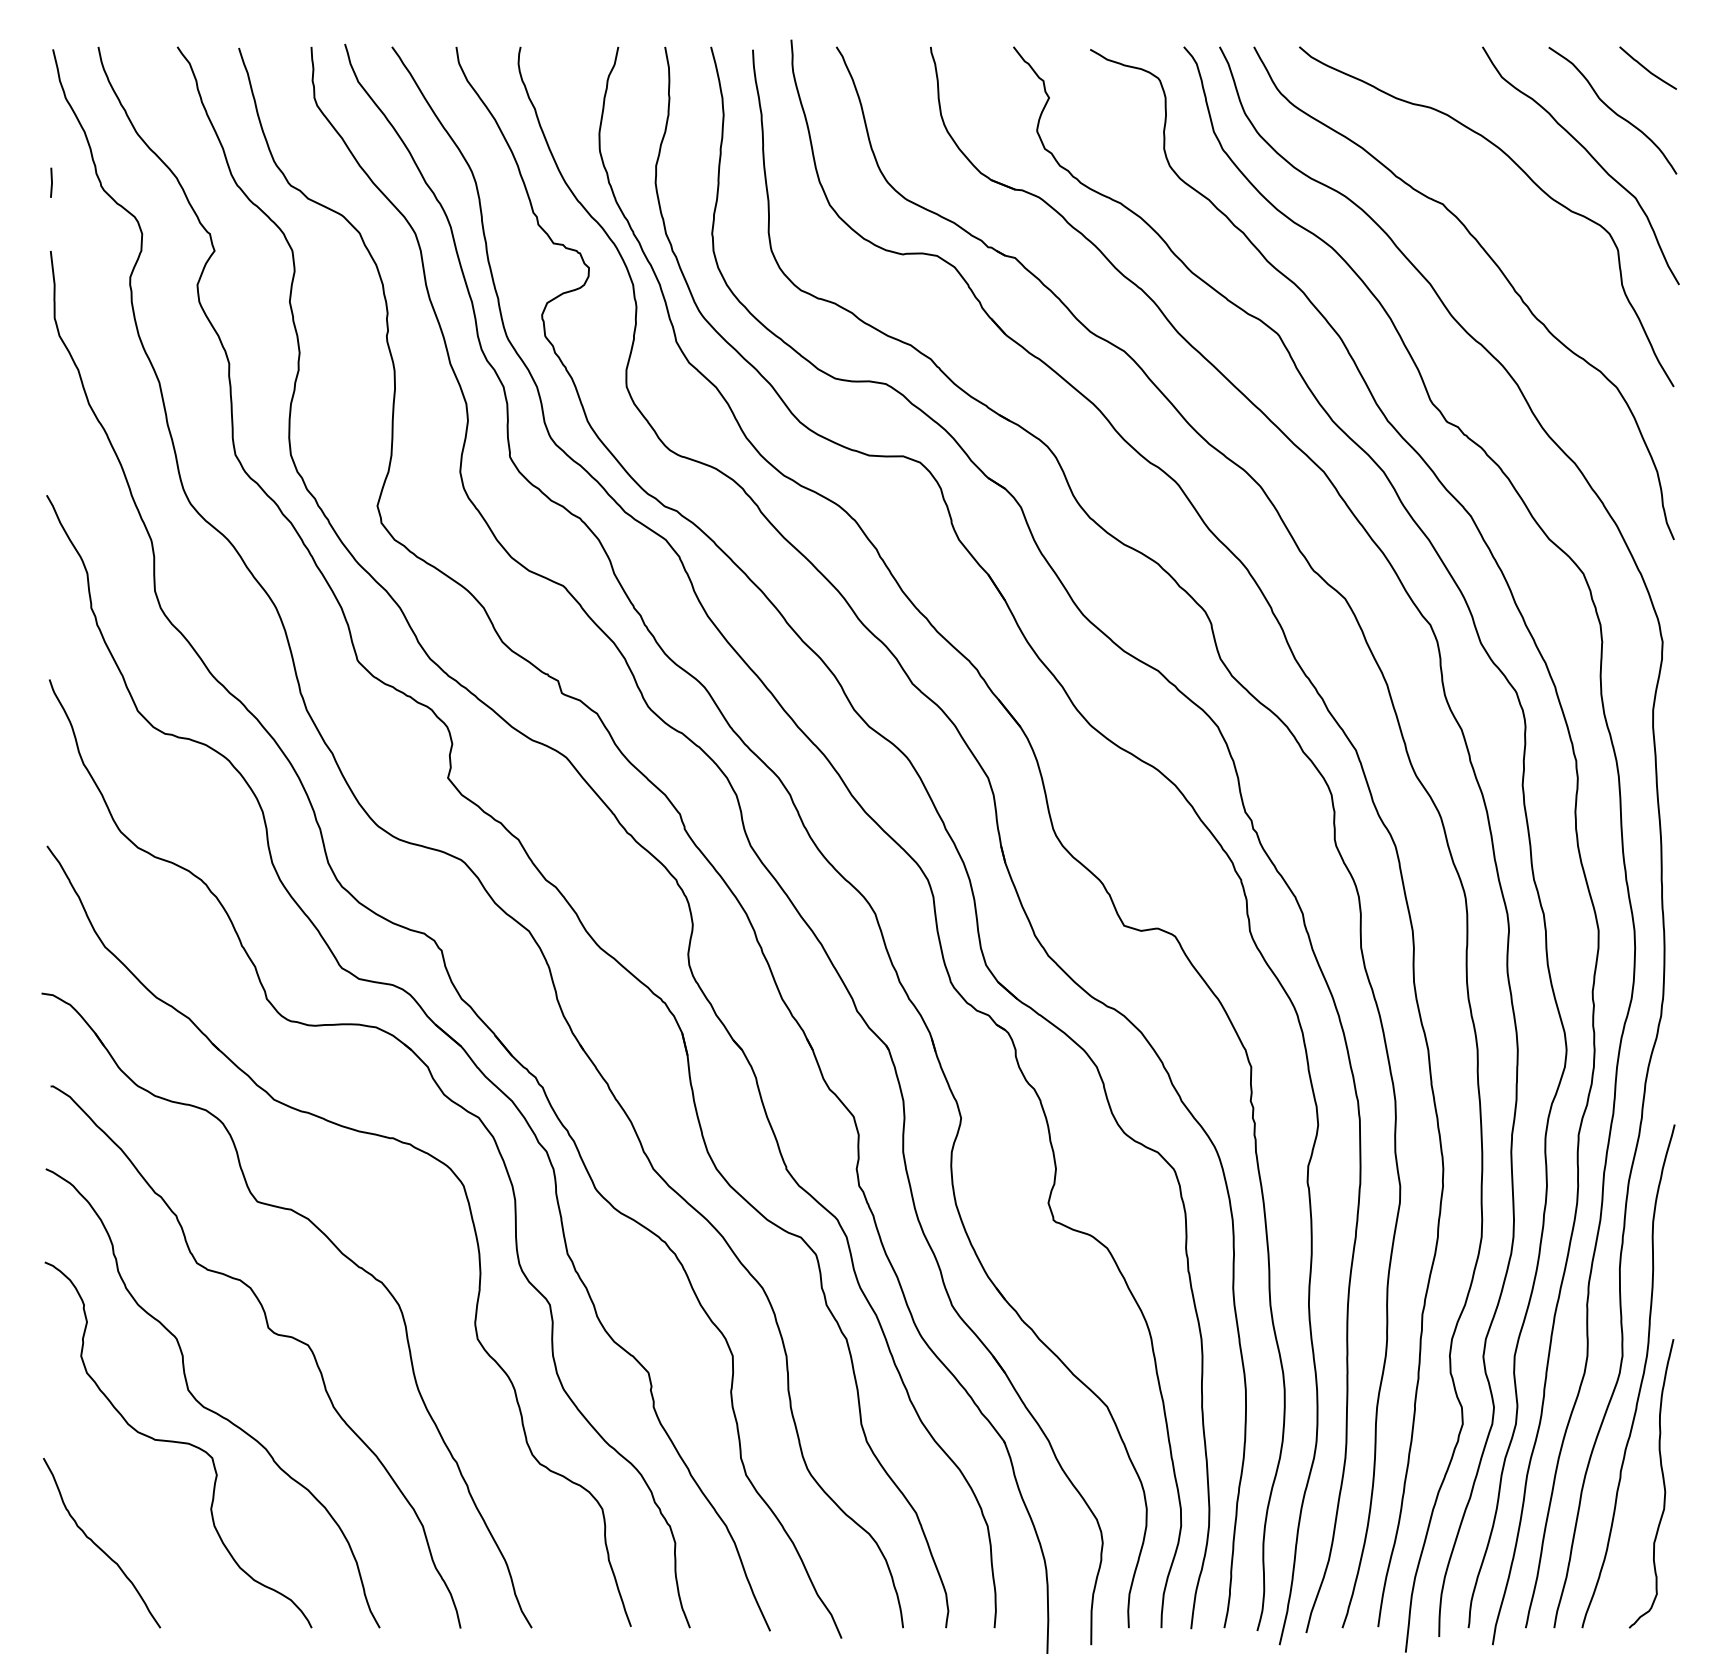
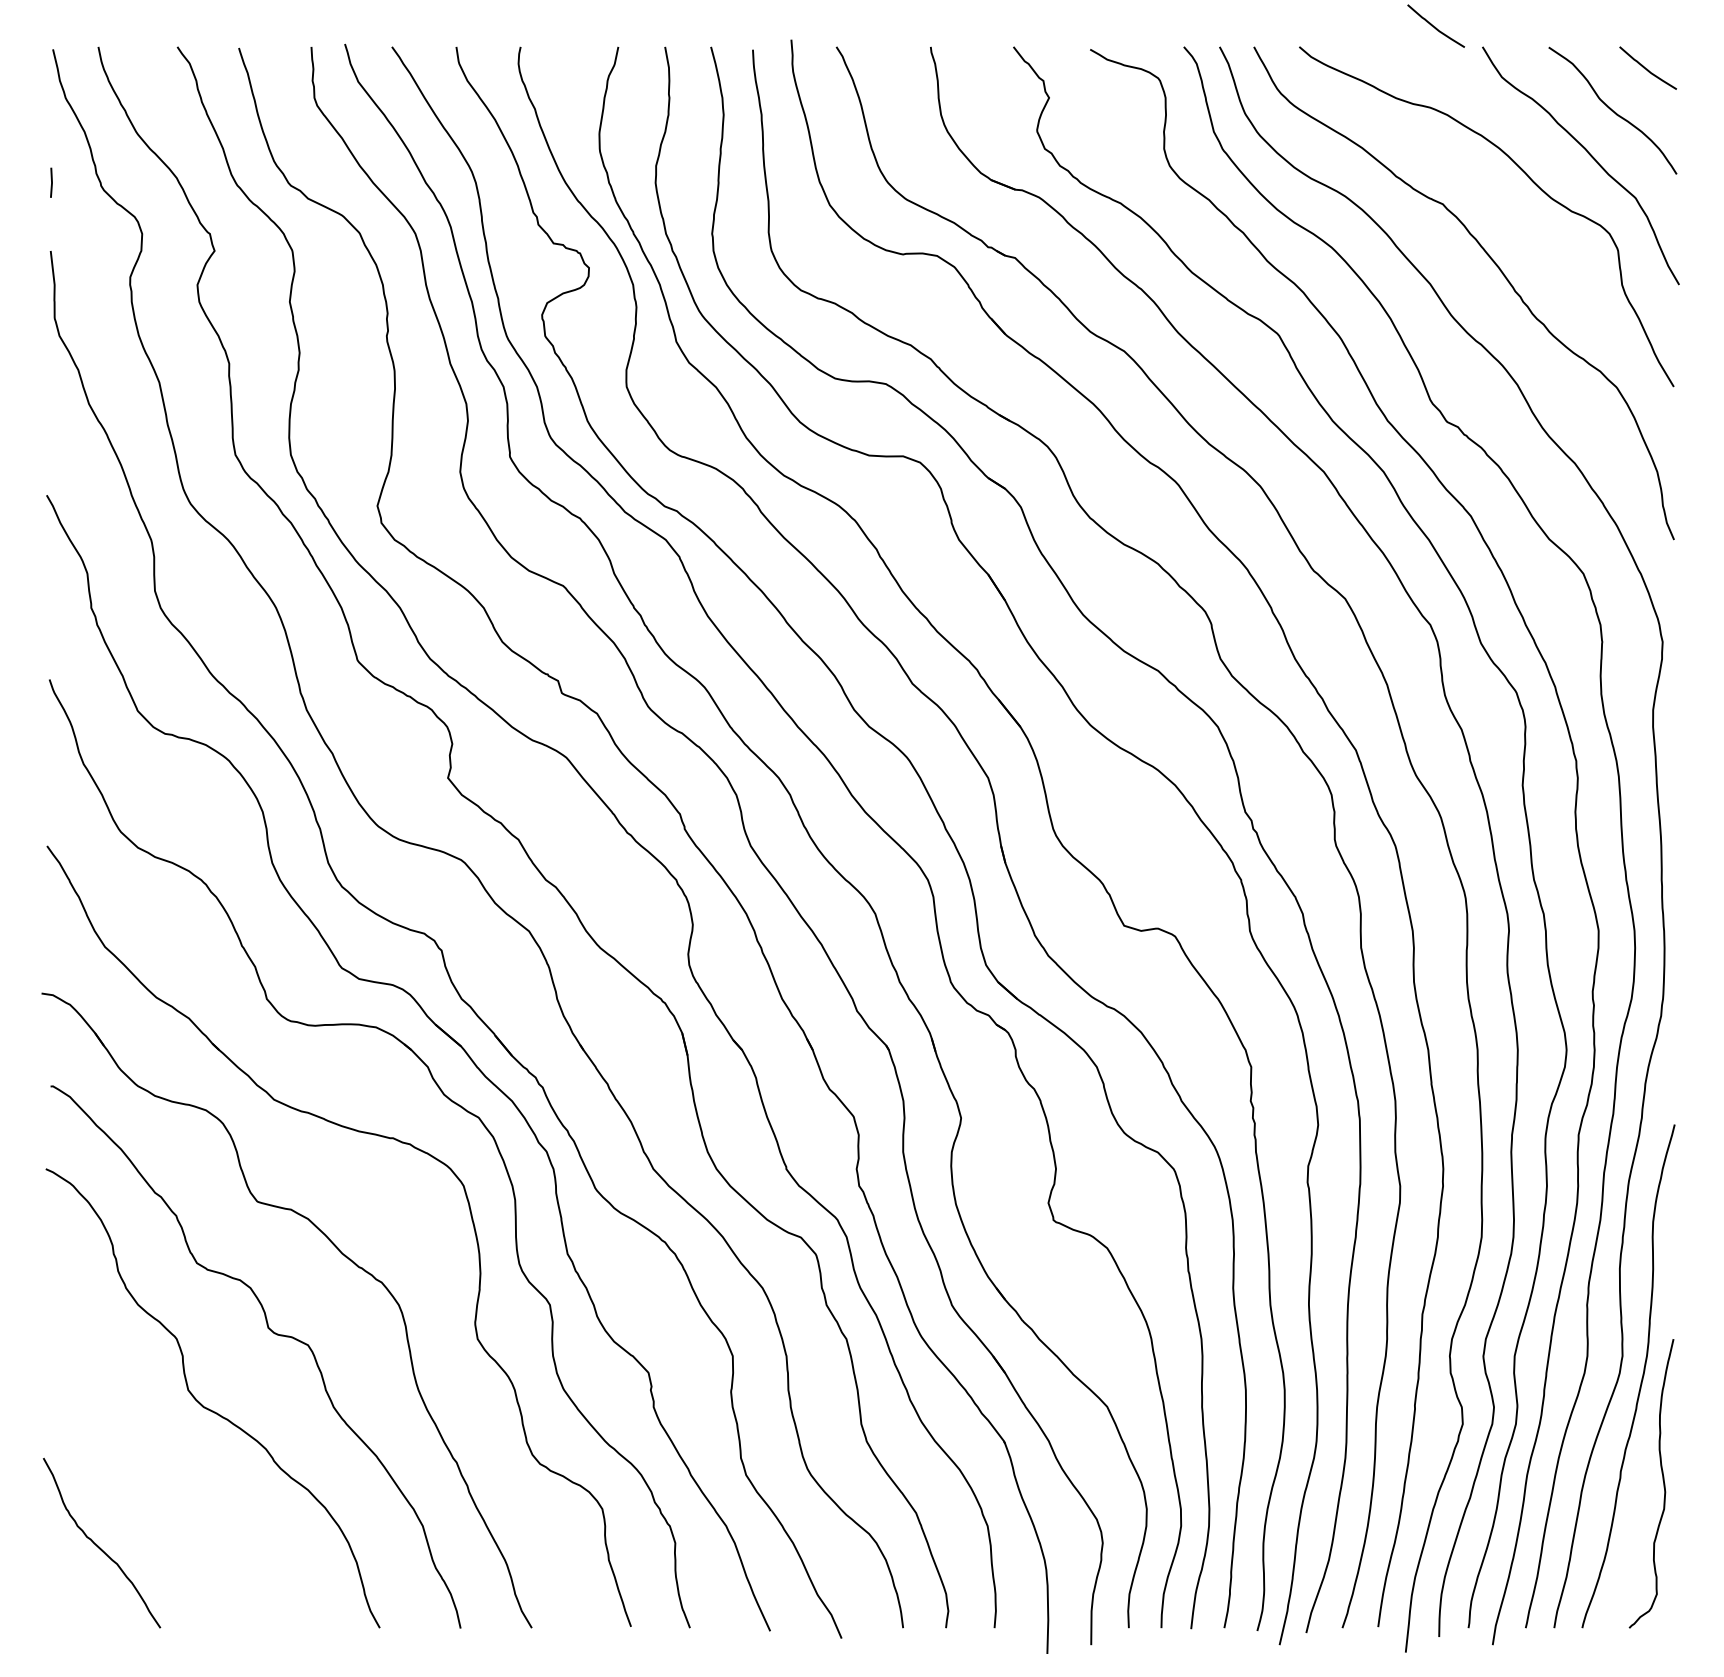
curve at (1435, 26): none -> present
curve at (178, 1443): present -> none
